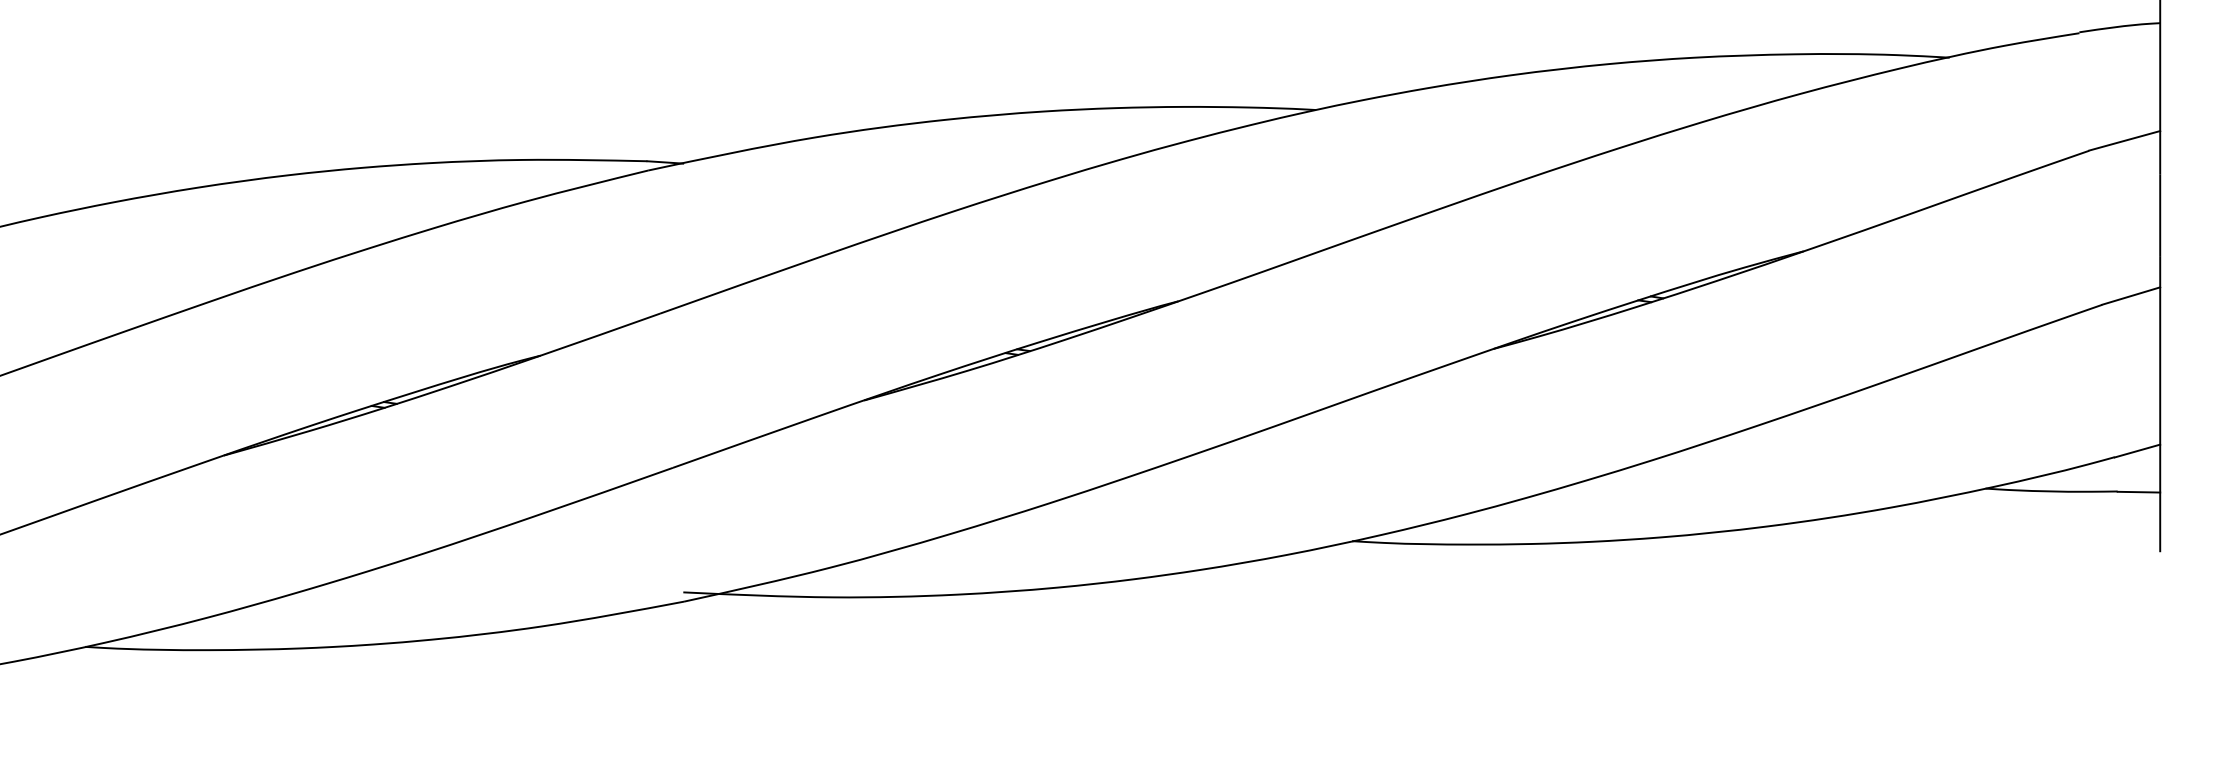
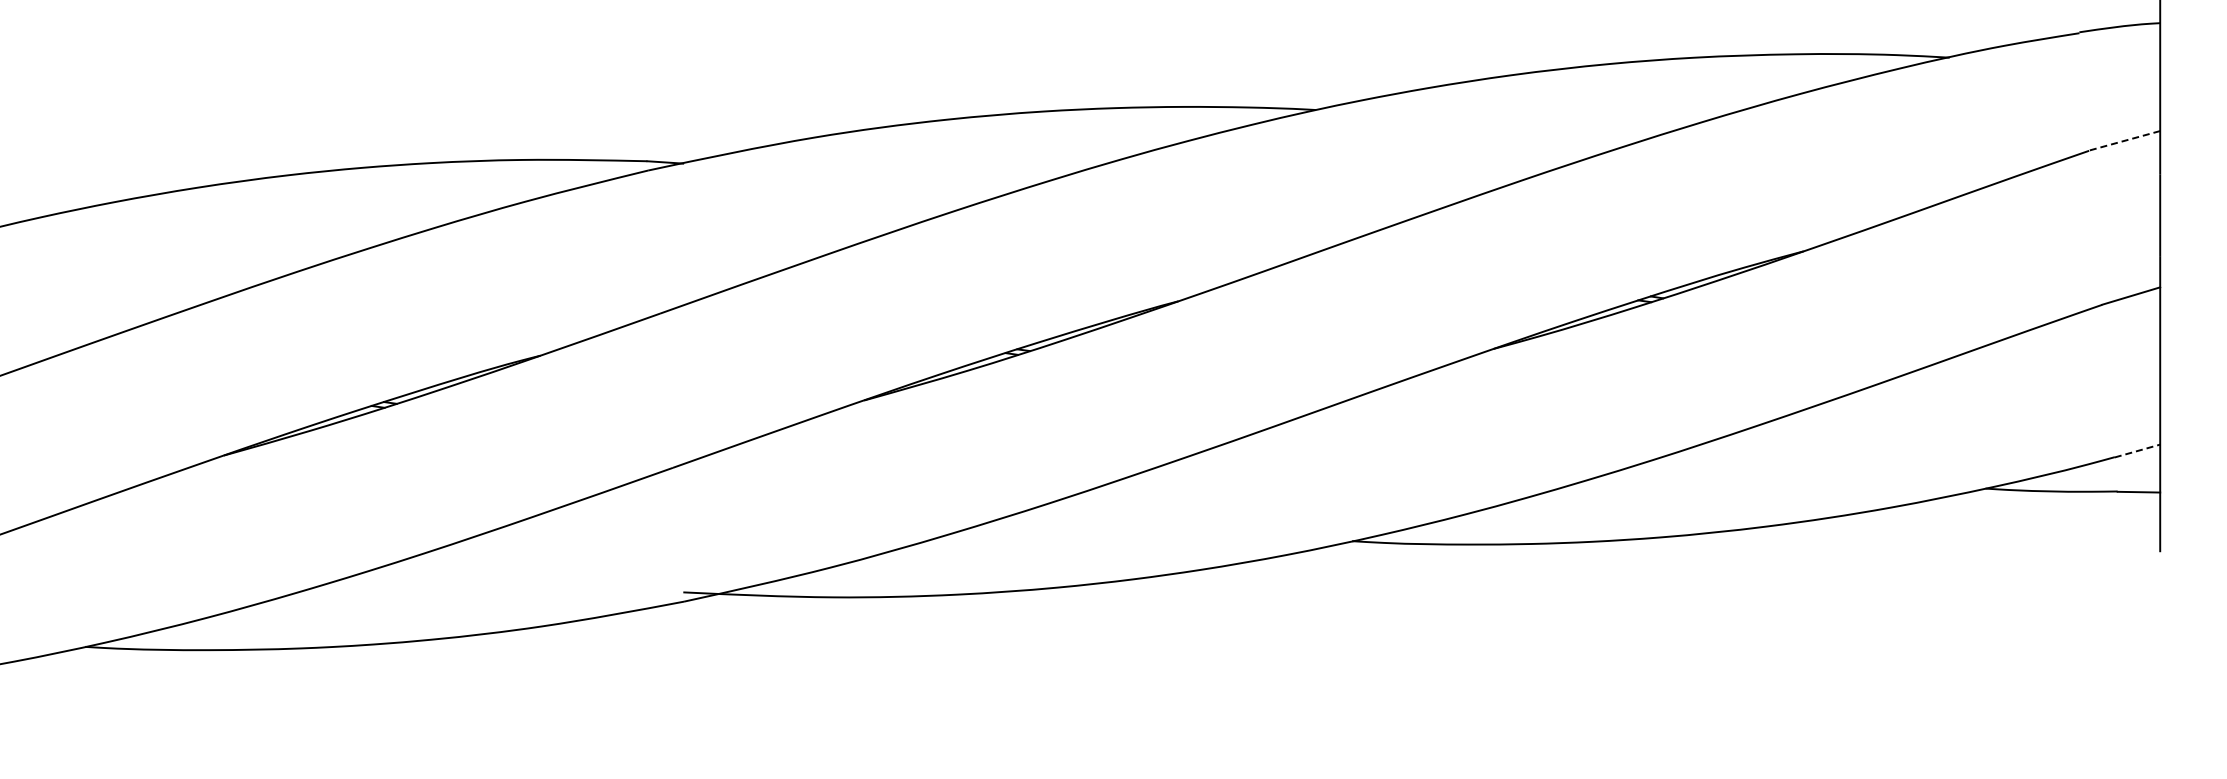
line at (2124, 140): solid -> dashed
line at (2137, 451): solid -> dashed
